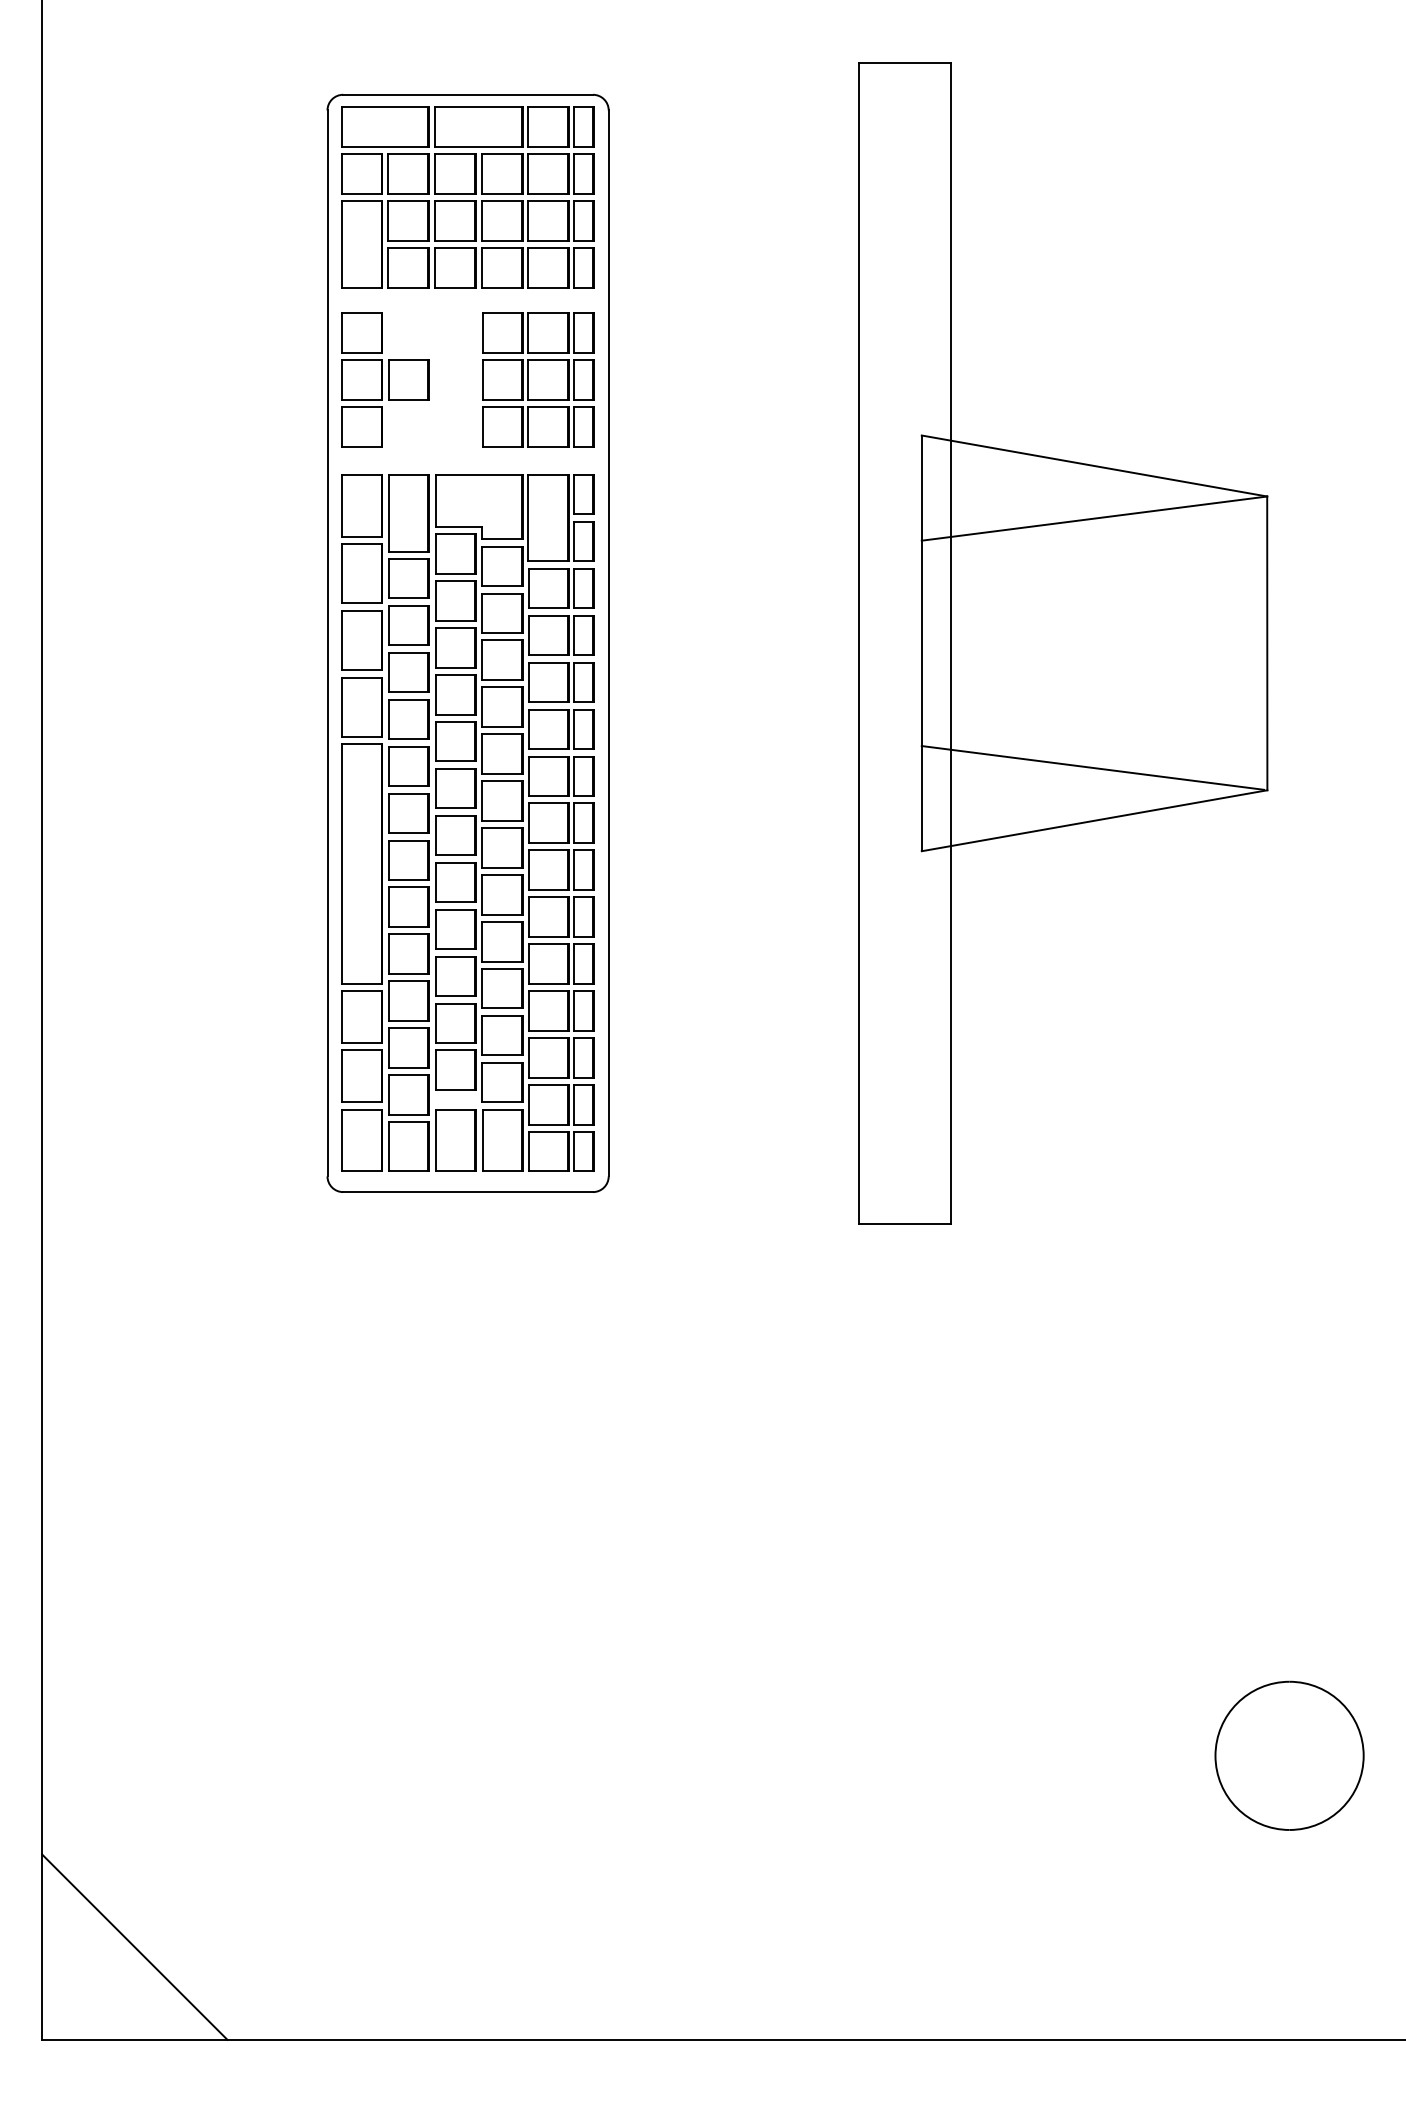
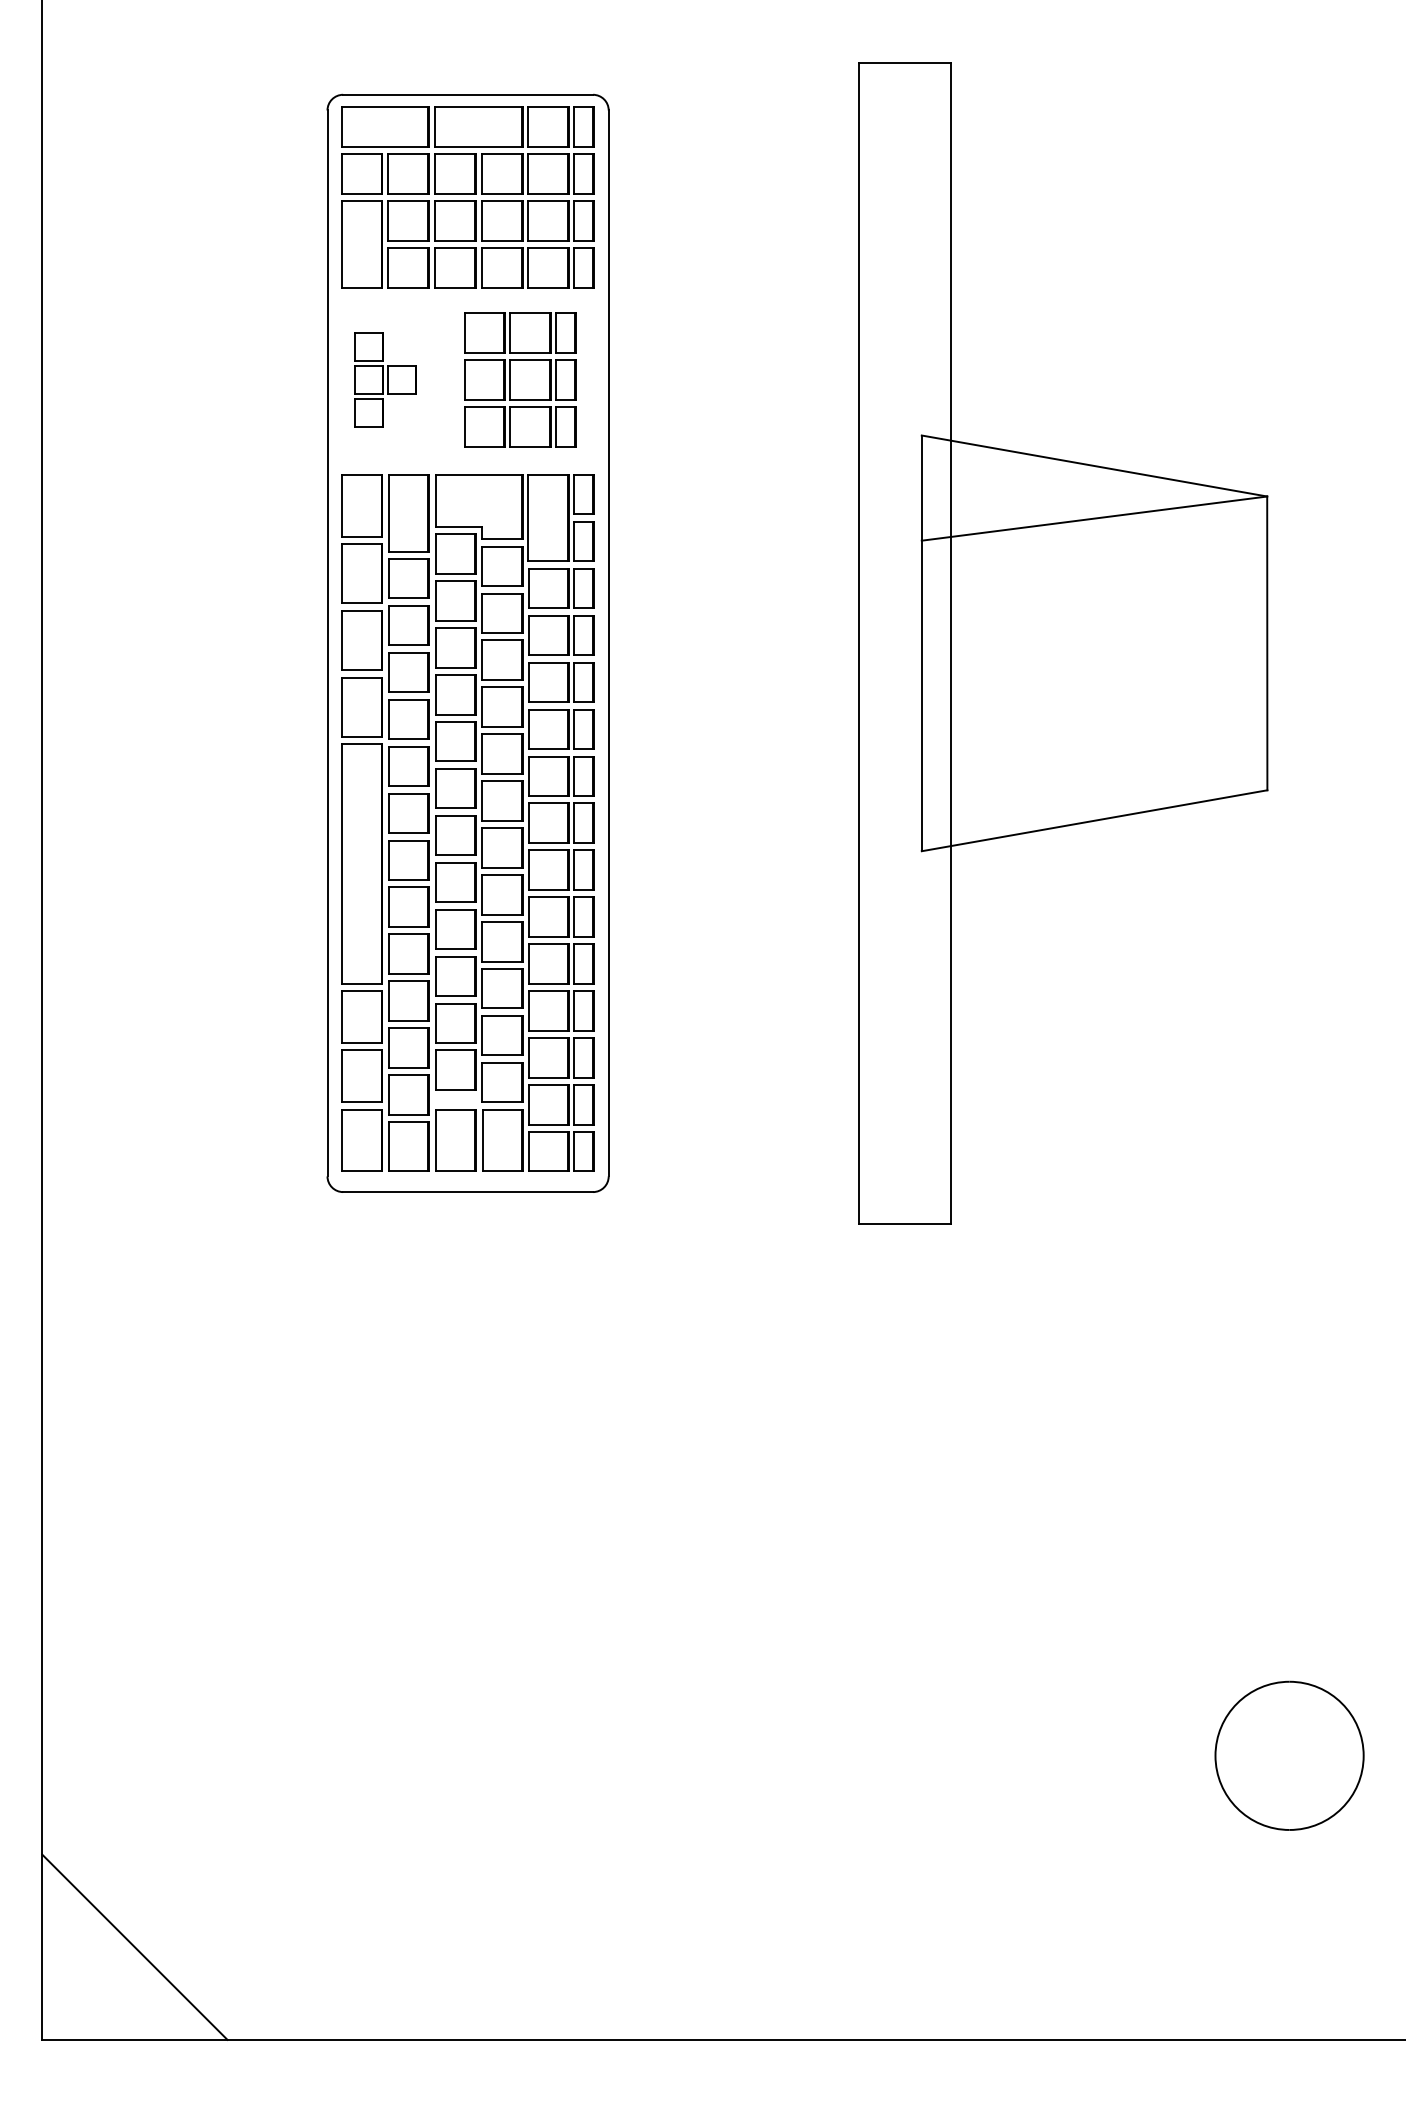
part at (385, 379) size: 89x136 px -> 63x96 px
part at (538, 379) position: (538, 379) -> (520, 379)
line at (1092, 767): present -> none
